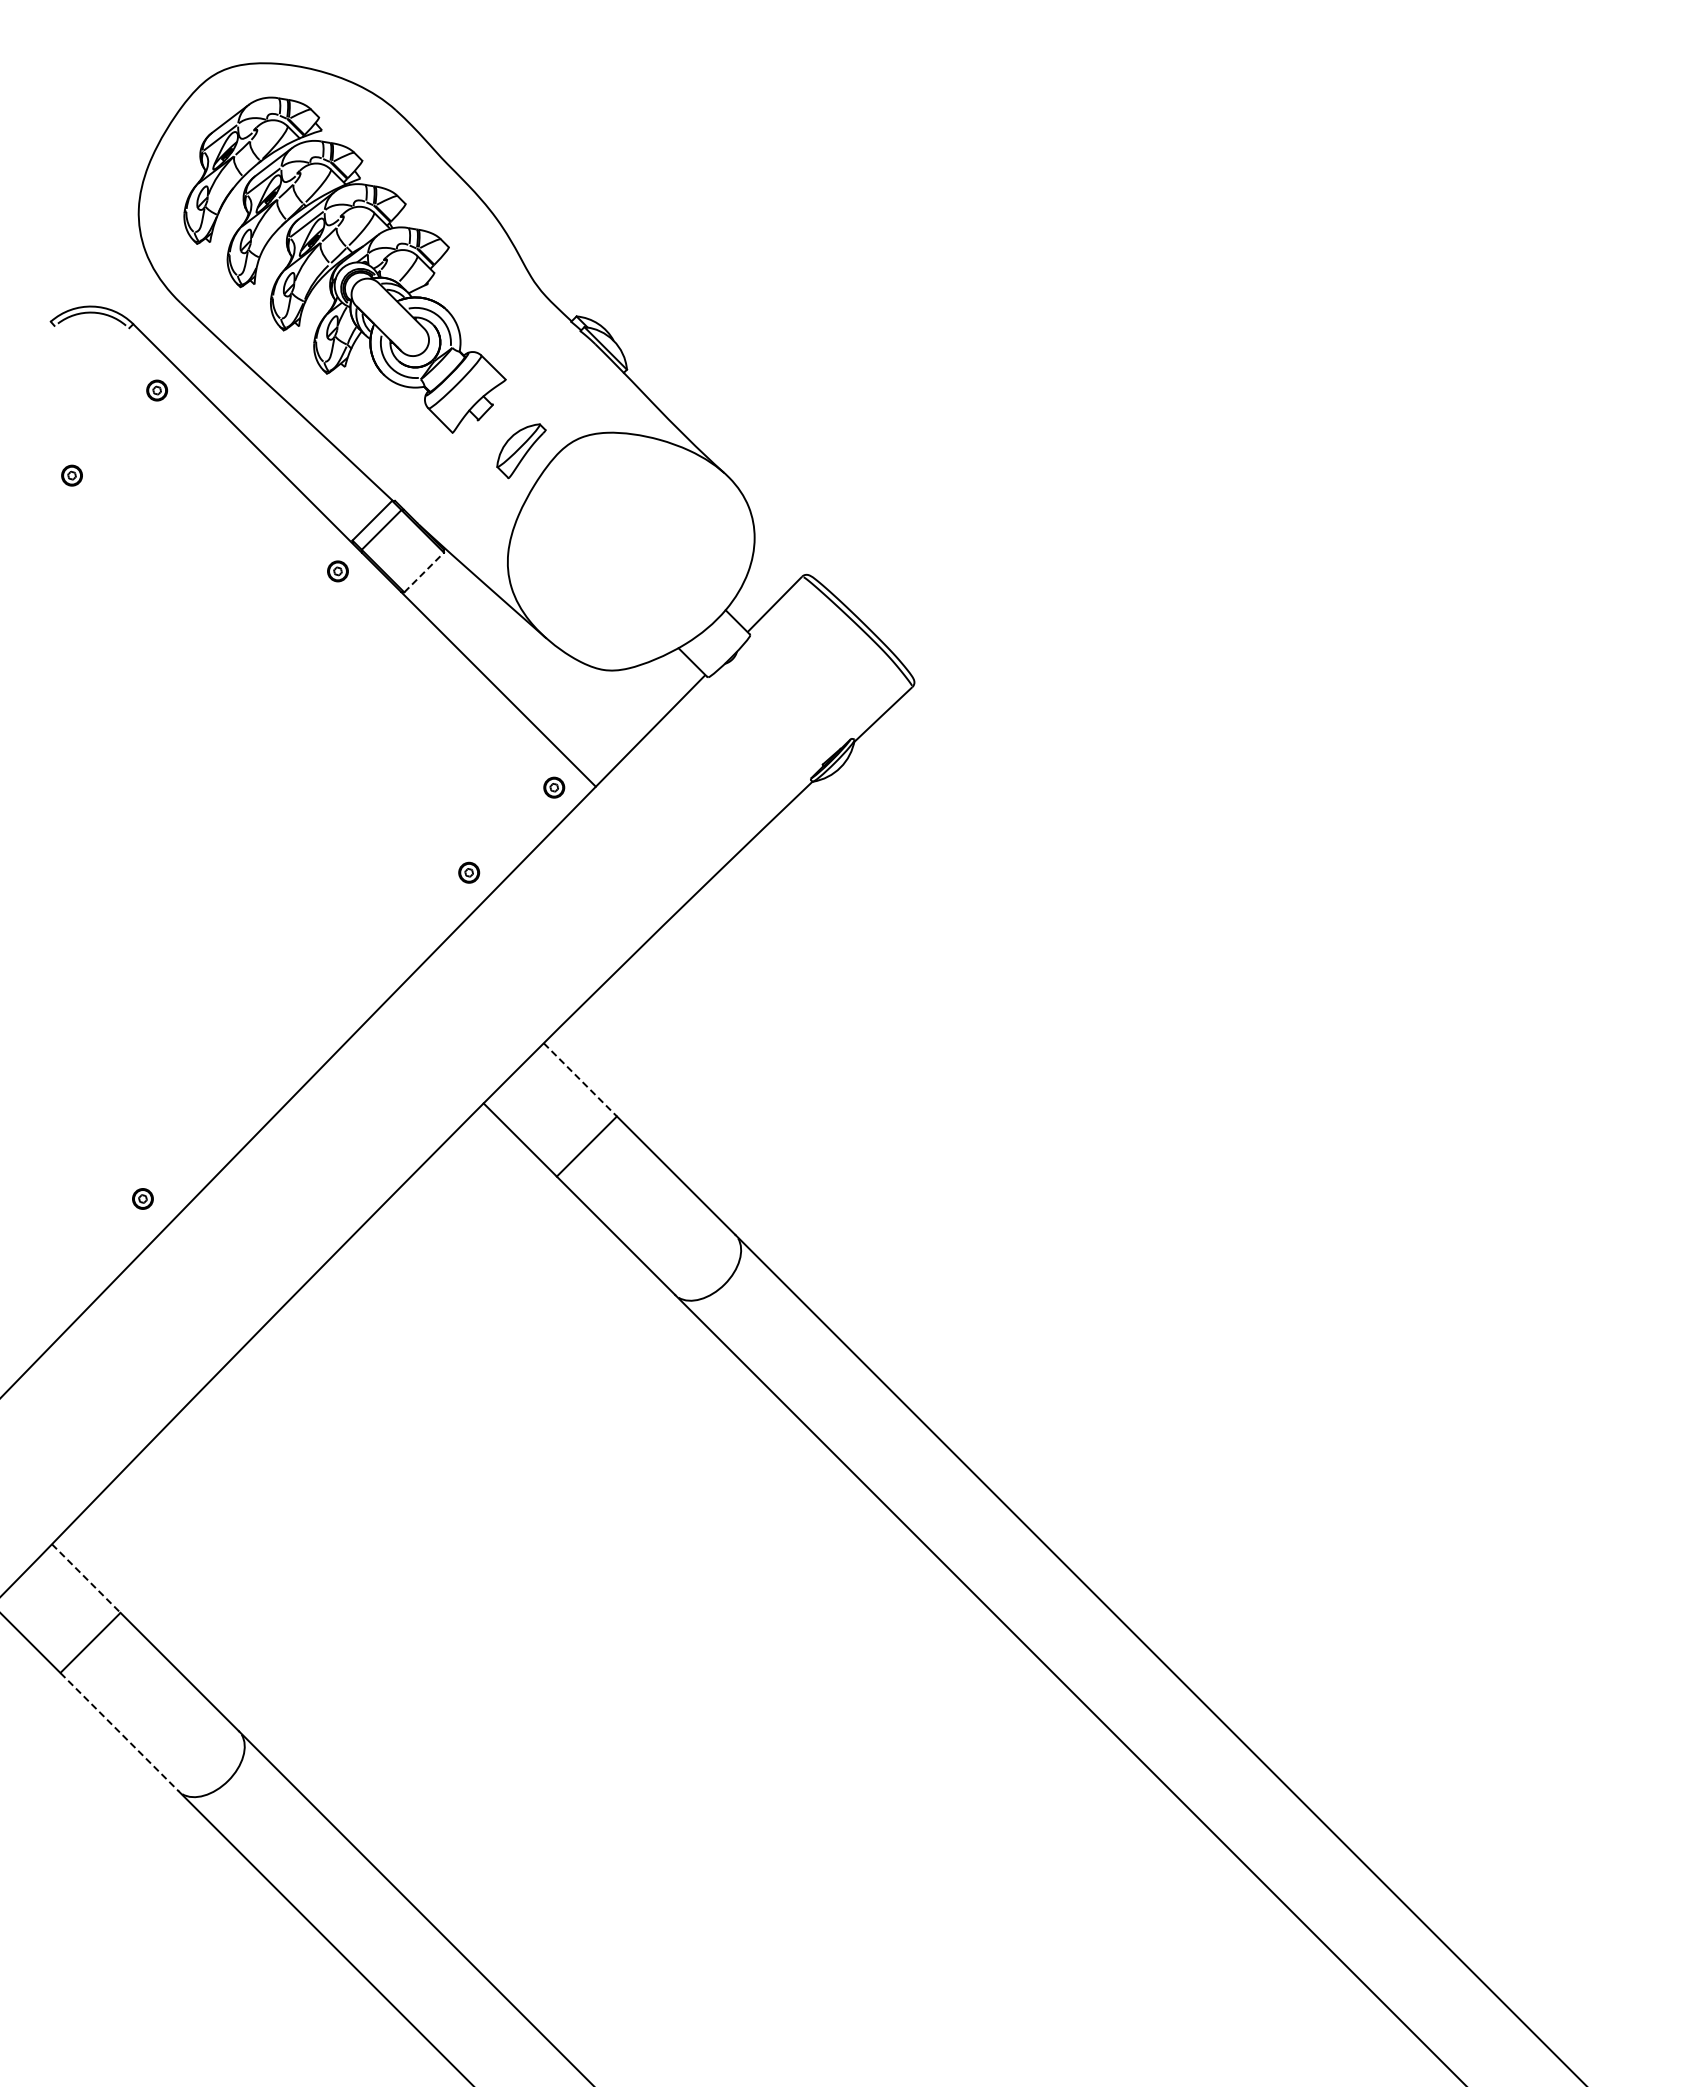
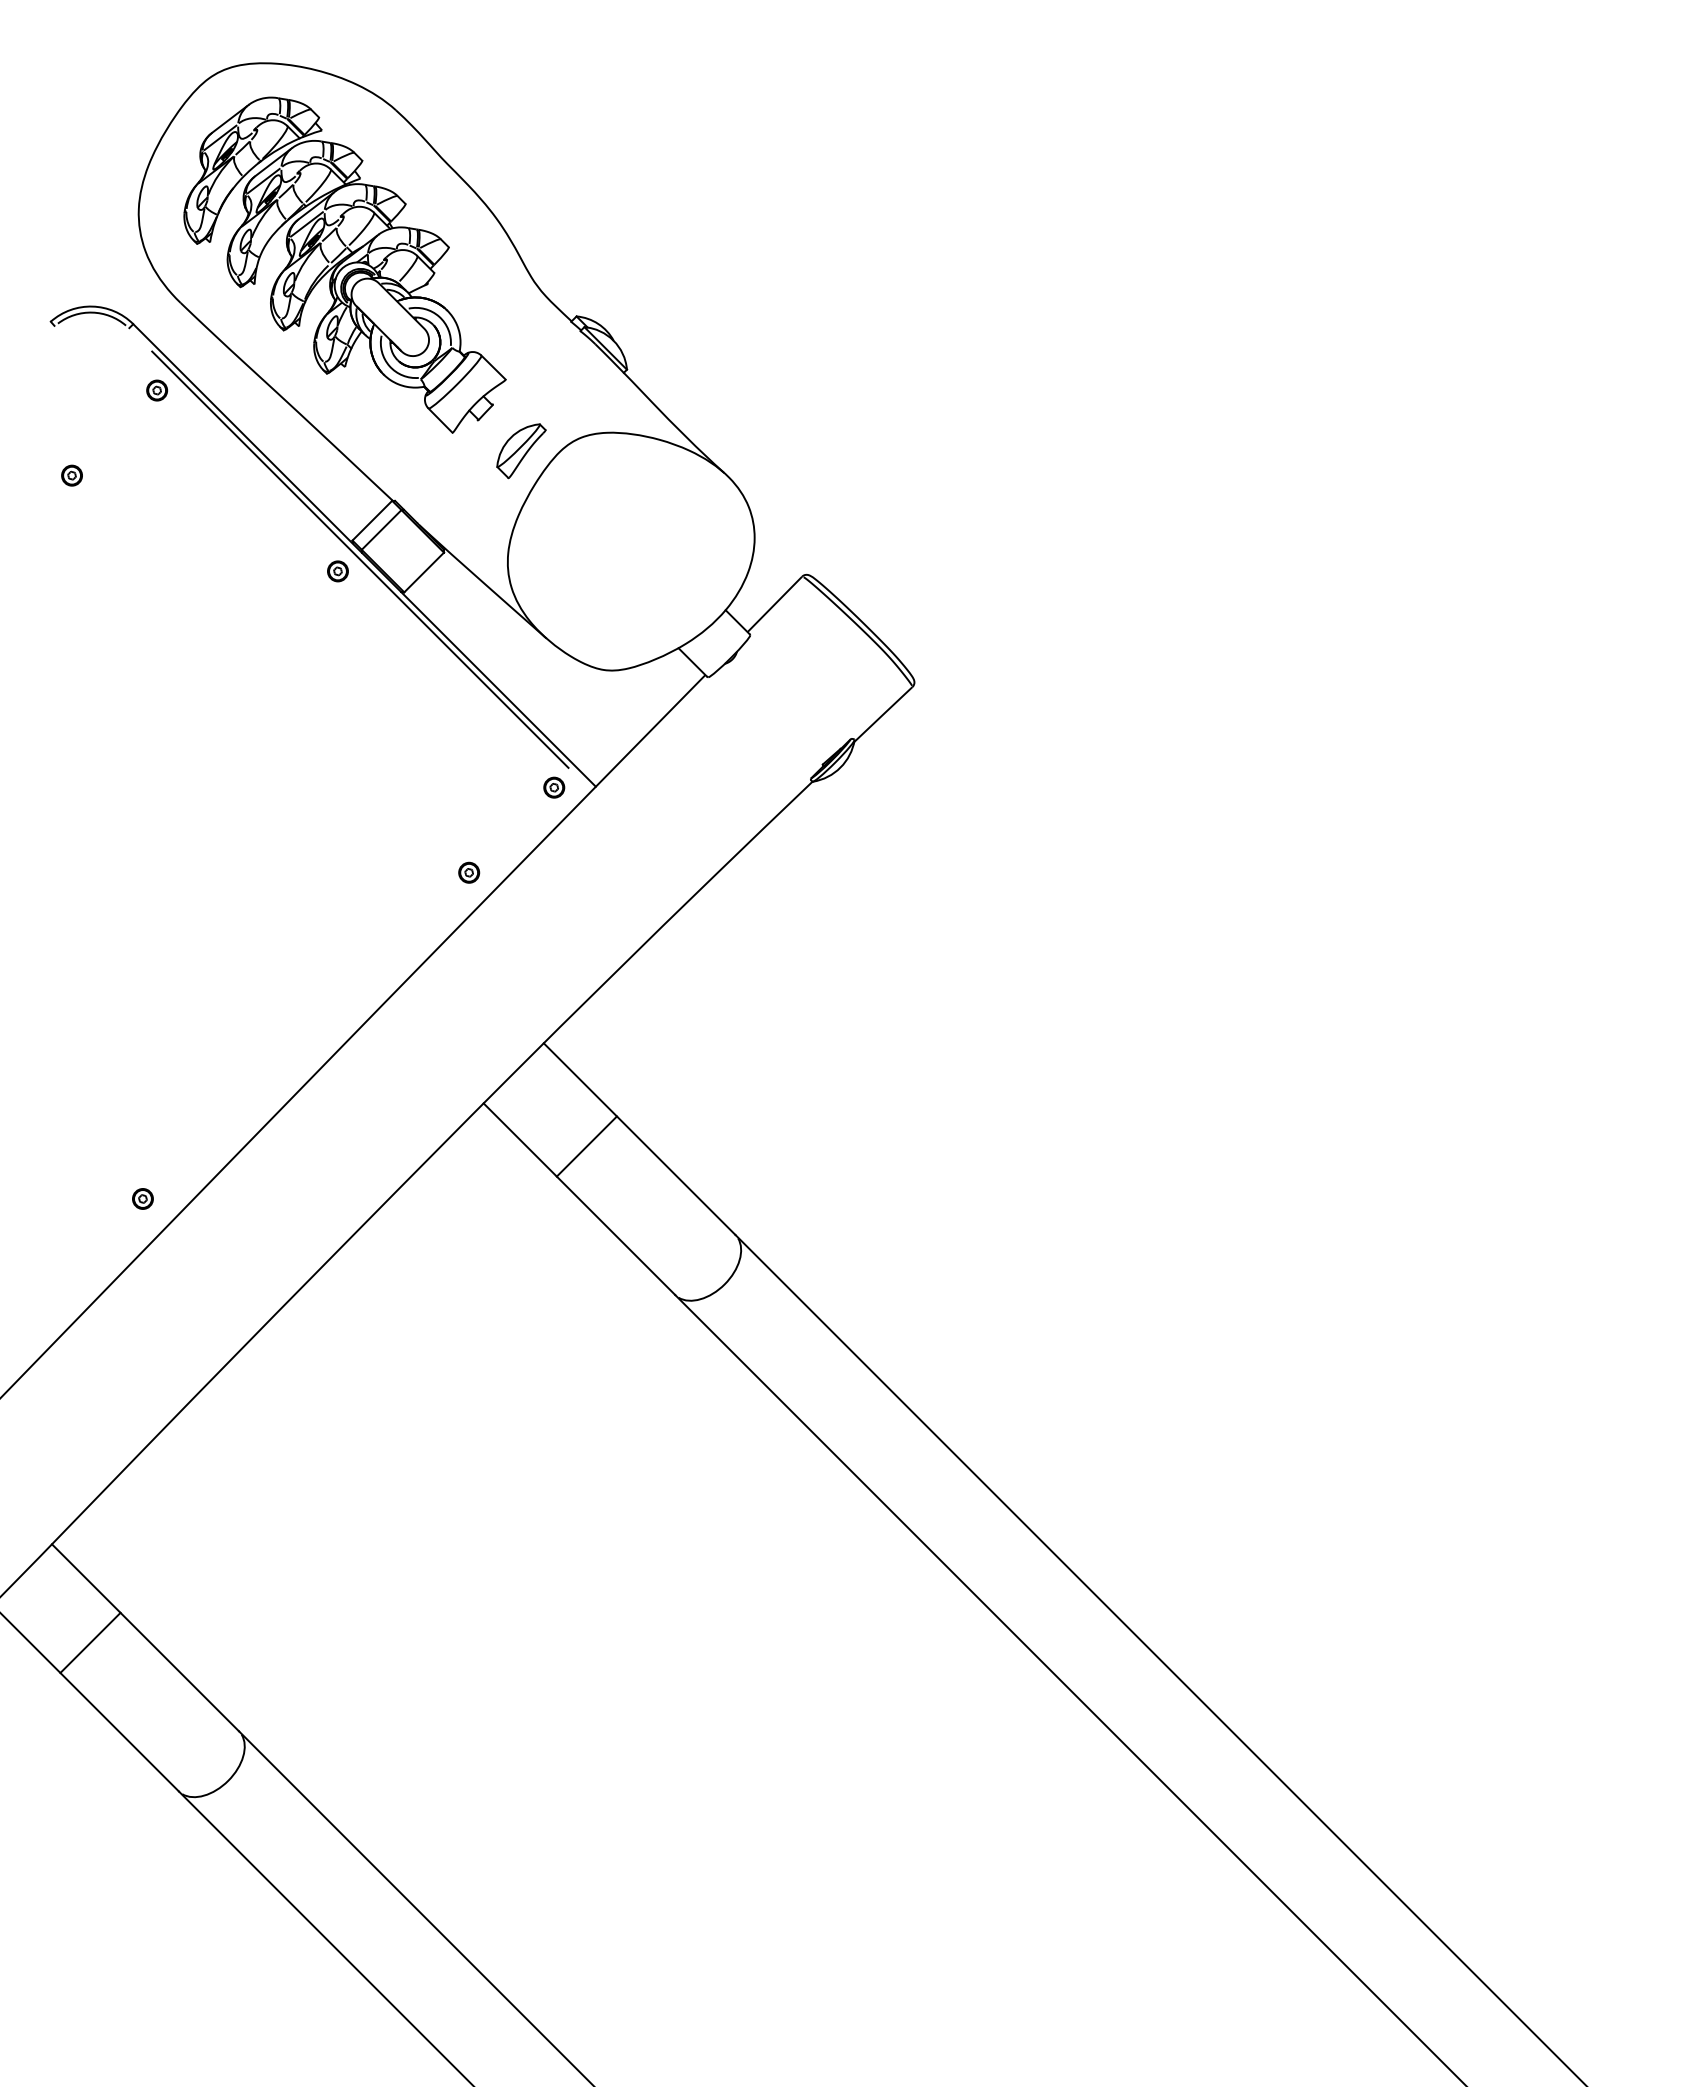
line at (360, 559): none -> present
line at (424, 572): dashed -> solid
line at (580, 1079): dashed -> solid
line at (86, 1578): dashed -> solid
line at (119, 1732): dashed -> solid
